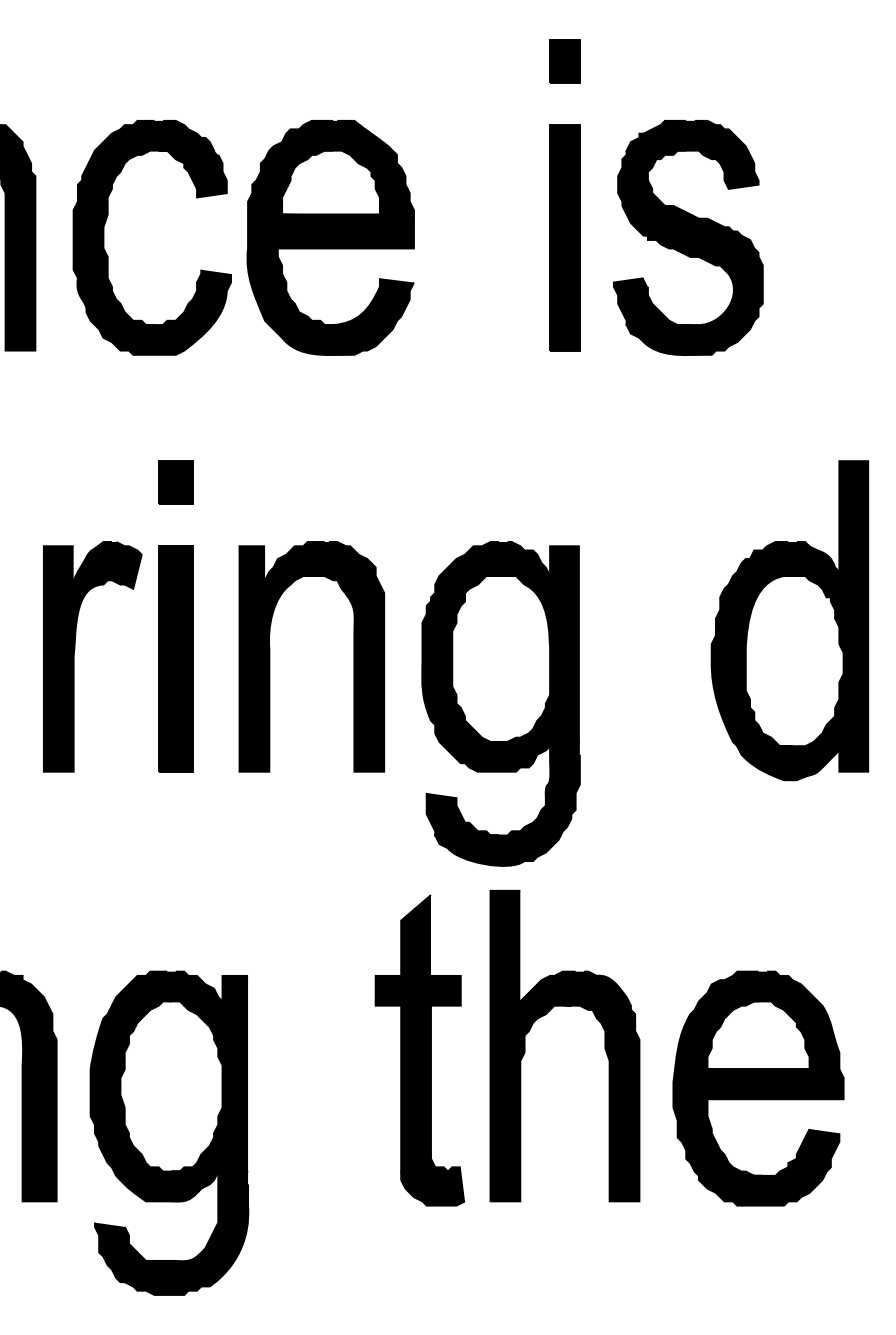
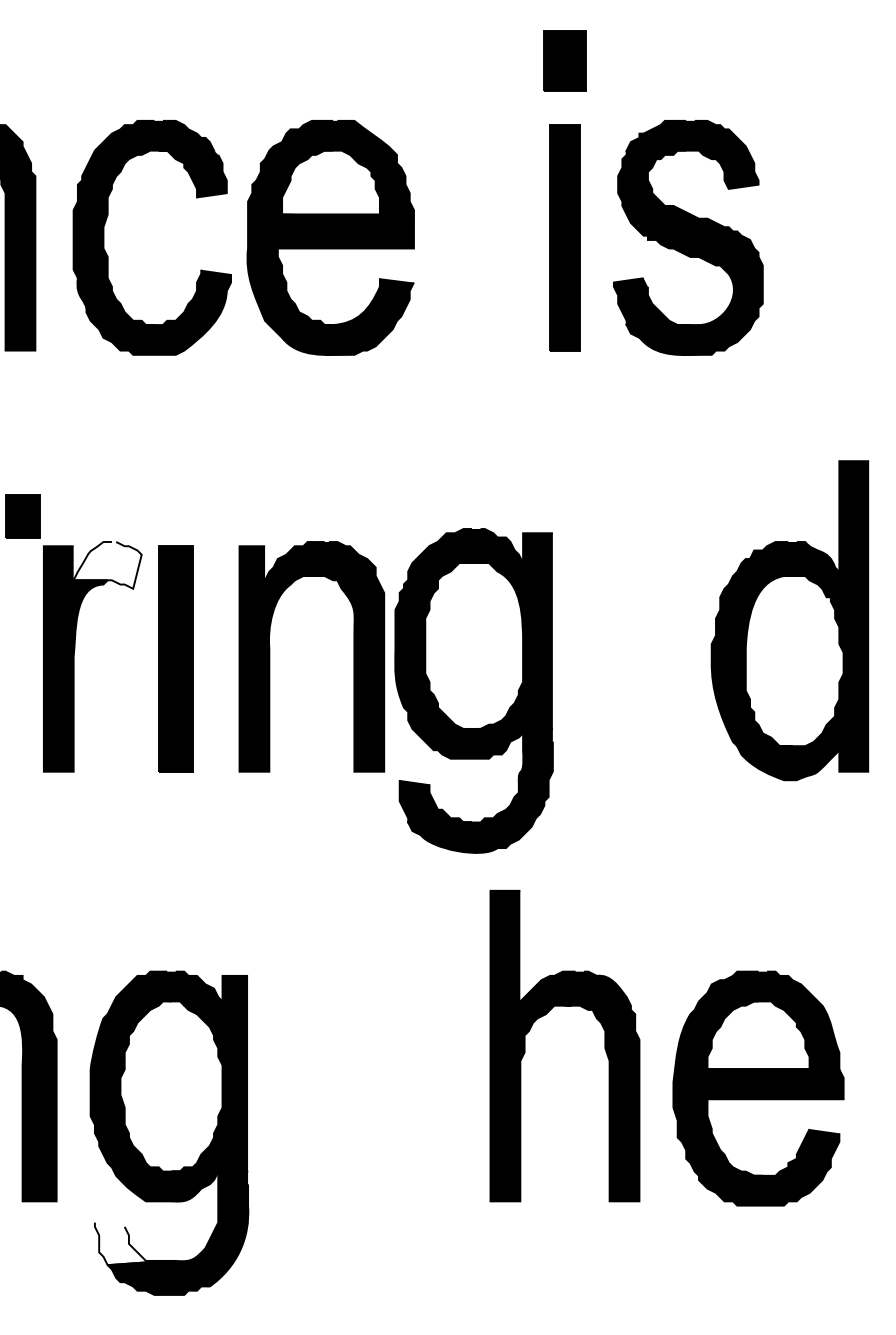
part at (564, 61) size: 32x45 px -> 44x62 px
part at (175, 482) position: (175, 482) -> (22, 516)
fill at (107, 565): present -> none
part at (500, 703) position: (500, 703) -> (473, 690)
part at (419, 1050): present -> none
fill at (130, 1243): present -> none
